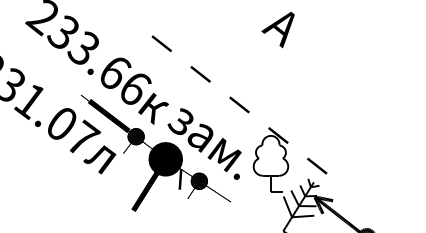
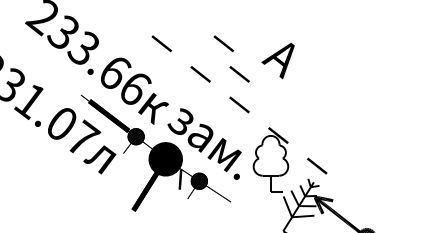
text at (277, 30) position: (277, 30) -> (277, 61)
line at (223, 43): none -> present
line at (239, 74): none -> present
